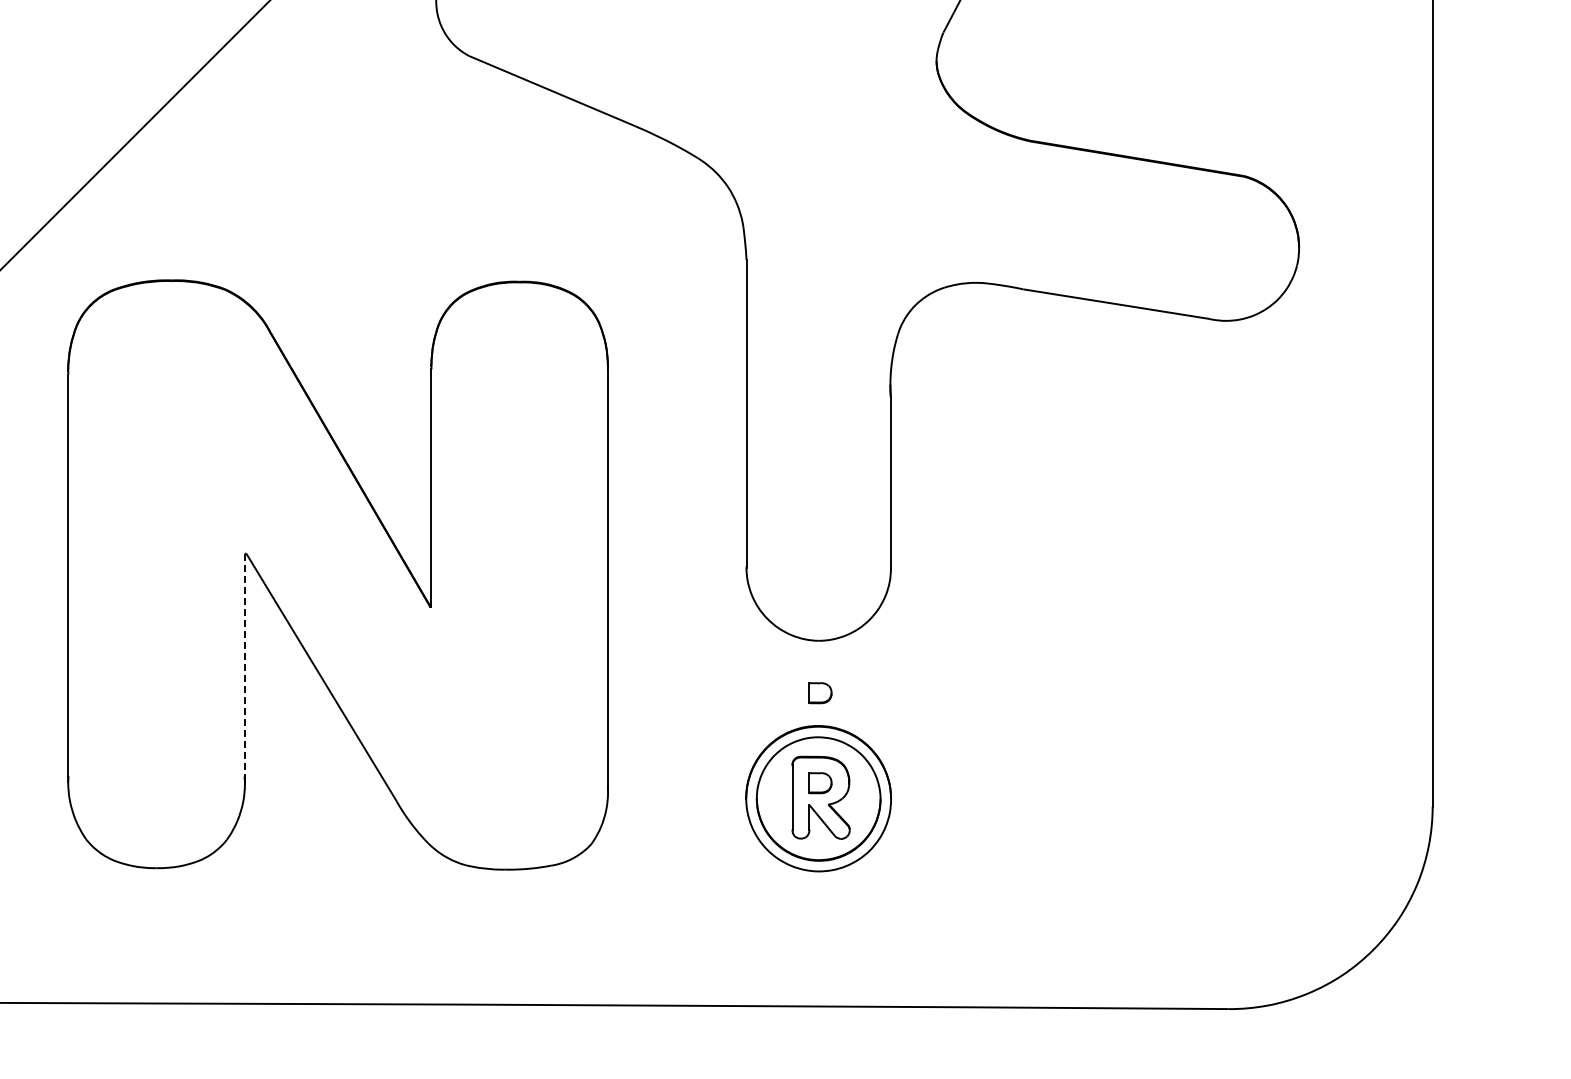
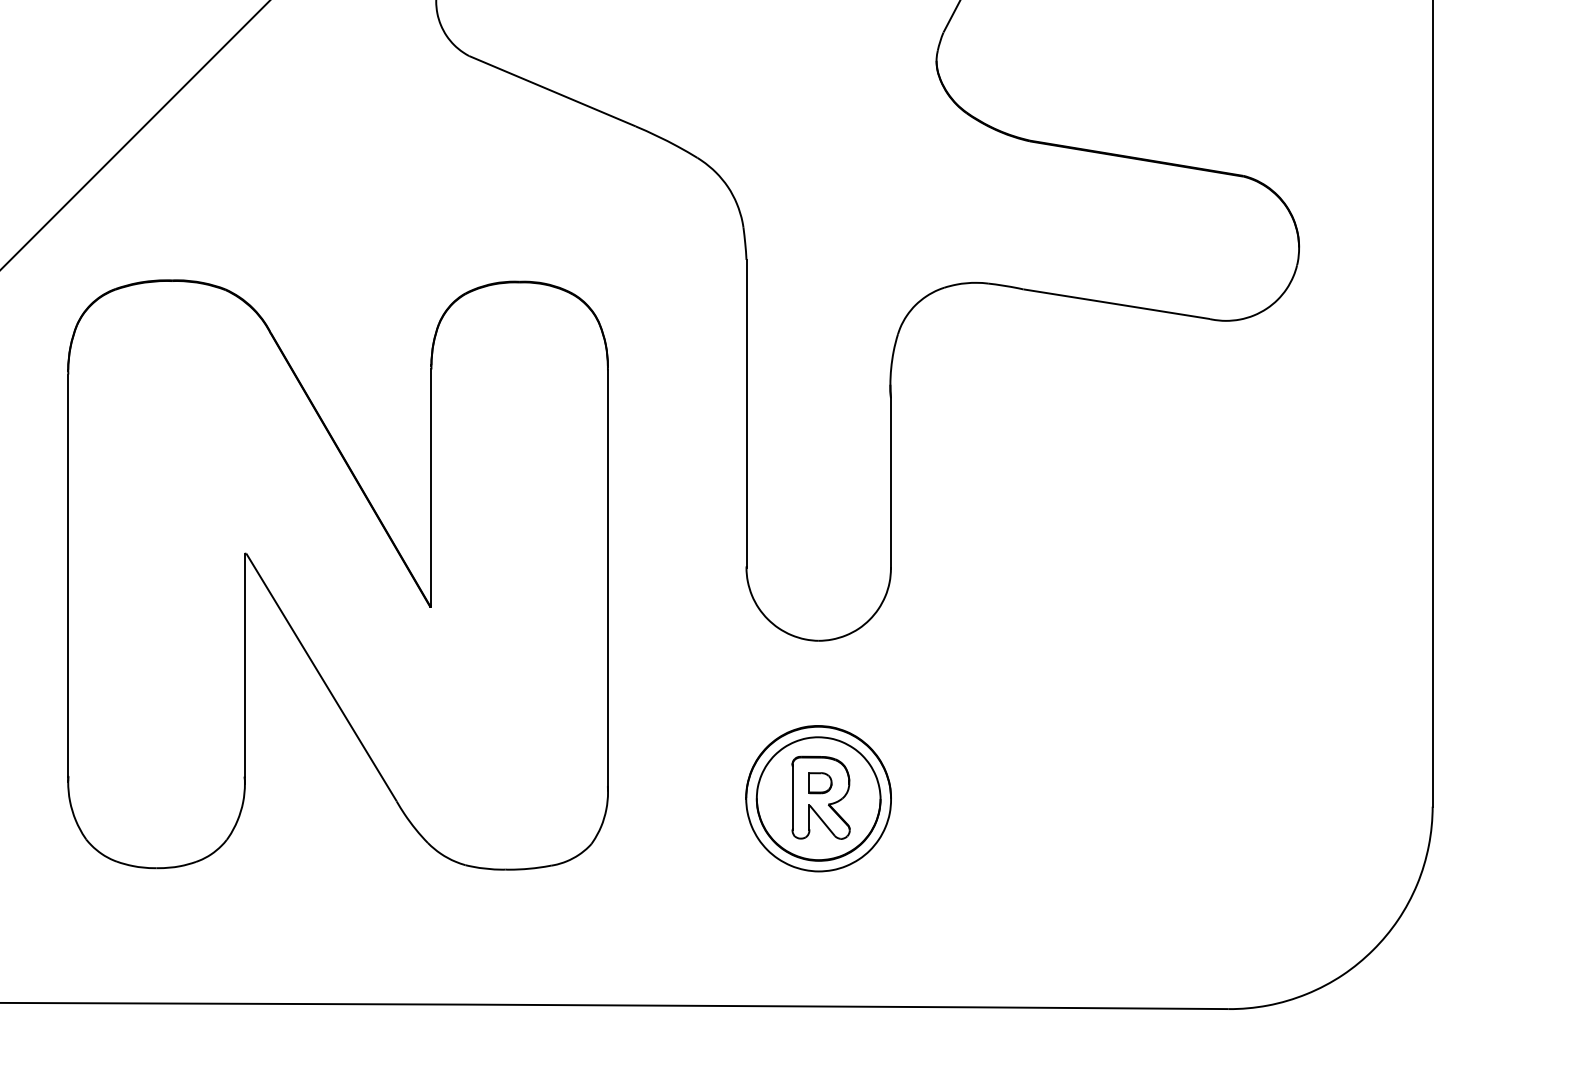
line at (244, 665): dashed -> solid
part at (820, 693): present -> none
